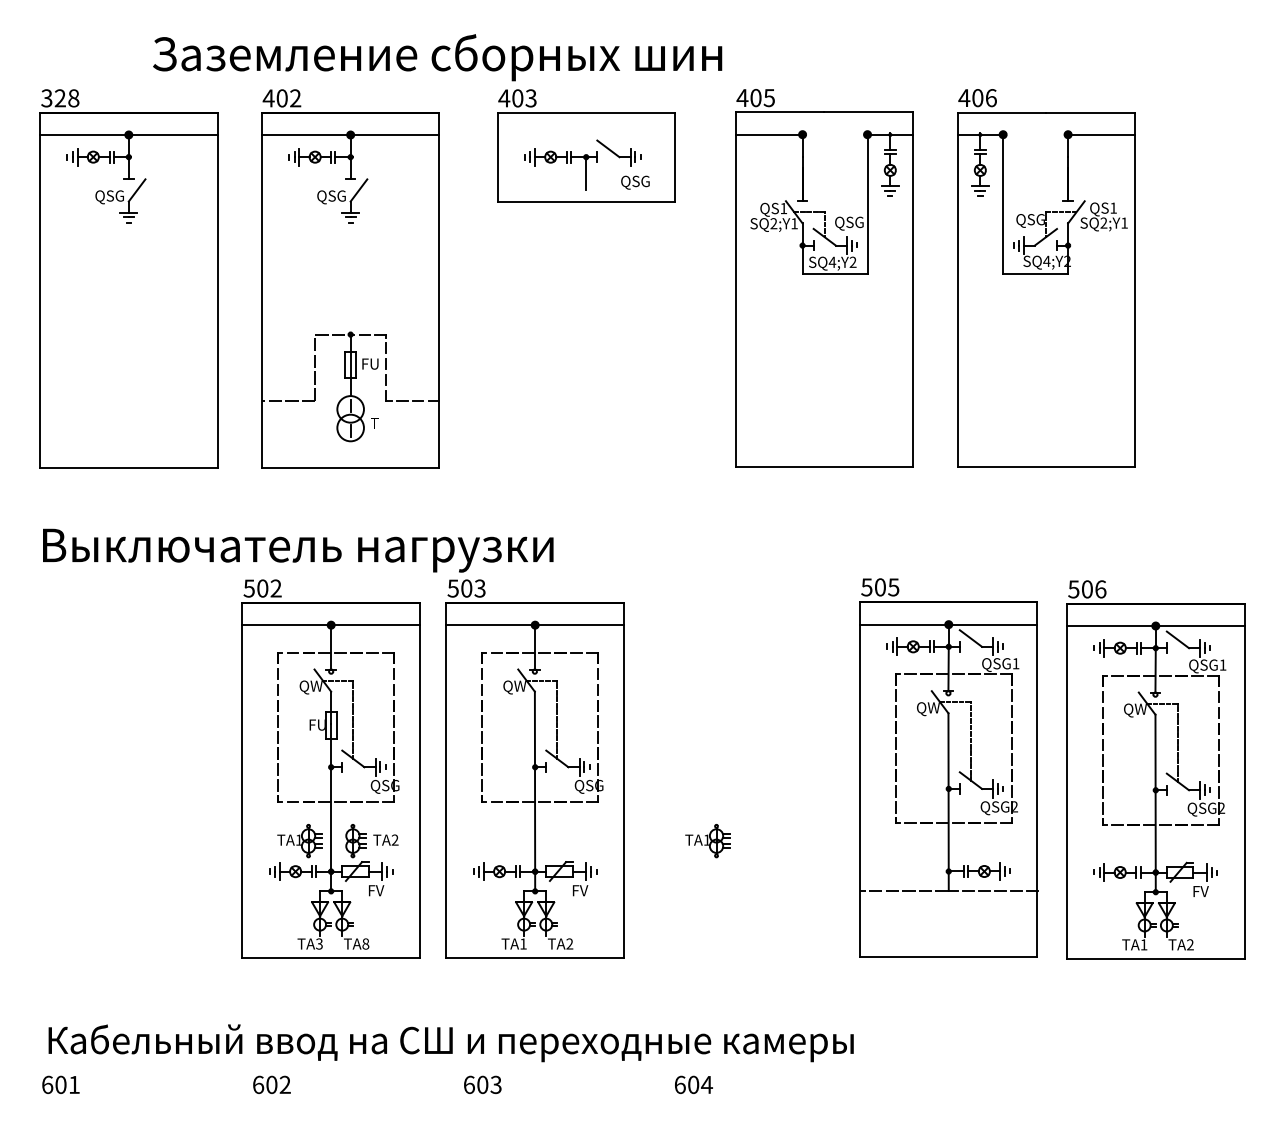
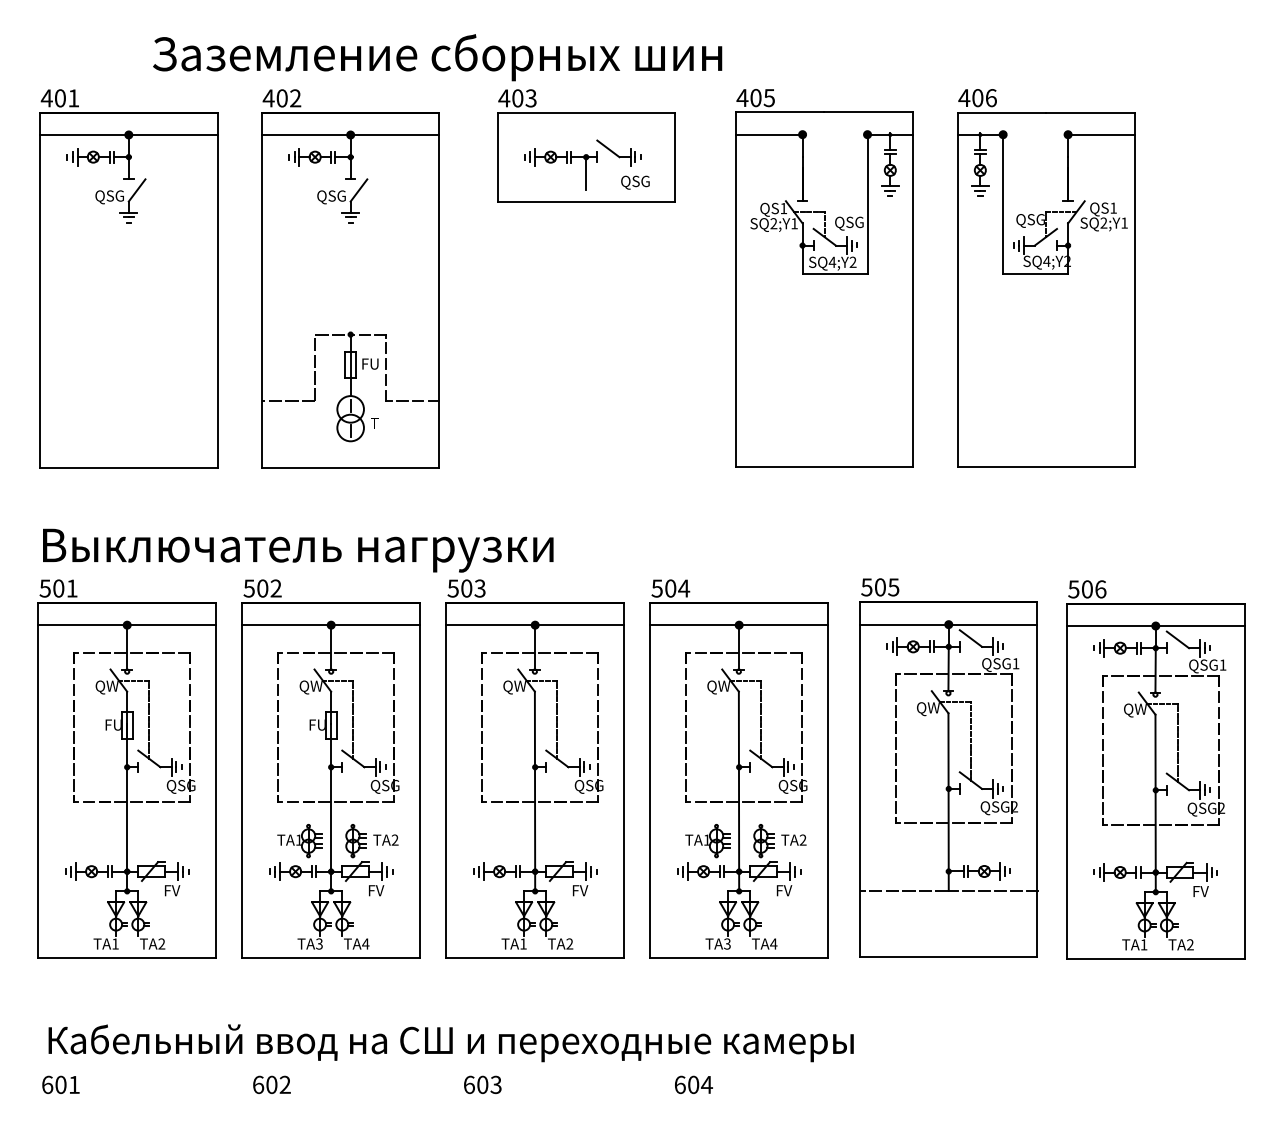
text at (59, 98): 328 -> 401
part at (126, 768): none -> present
part at (738, 768): none -> present
text at (365, 943): TA8 -> TA4
